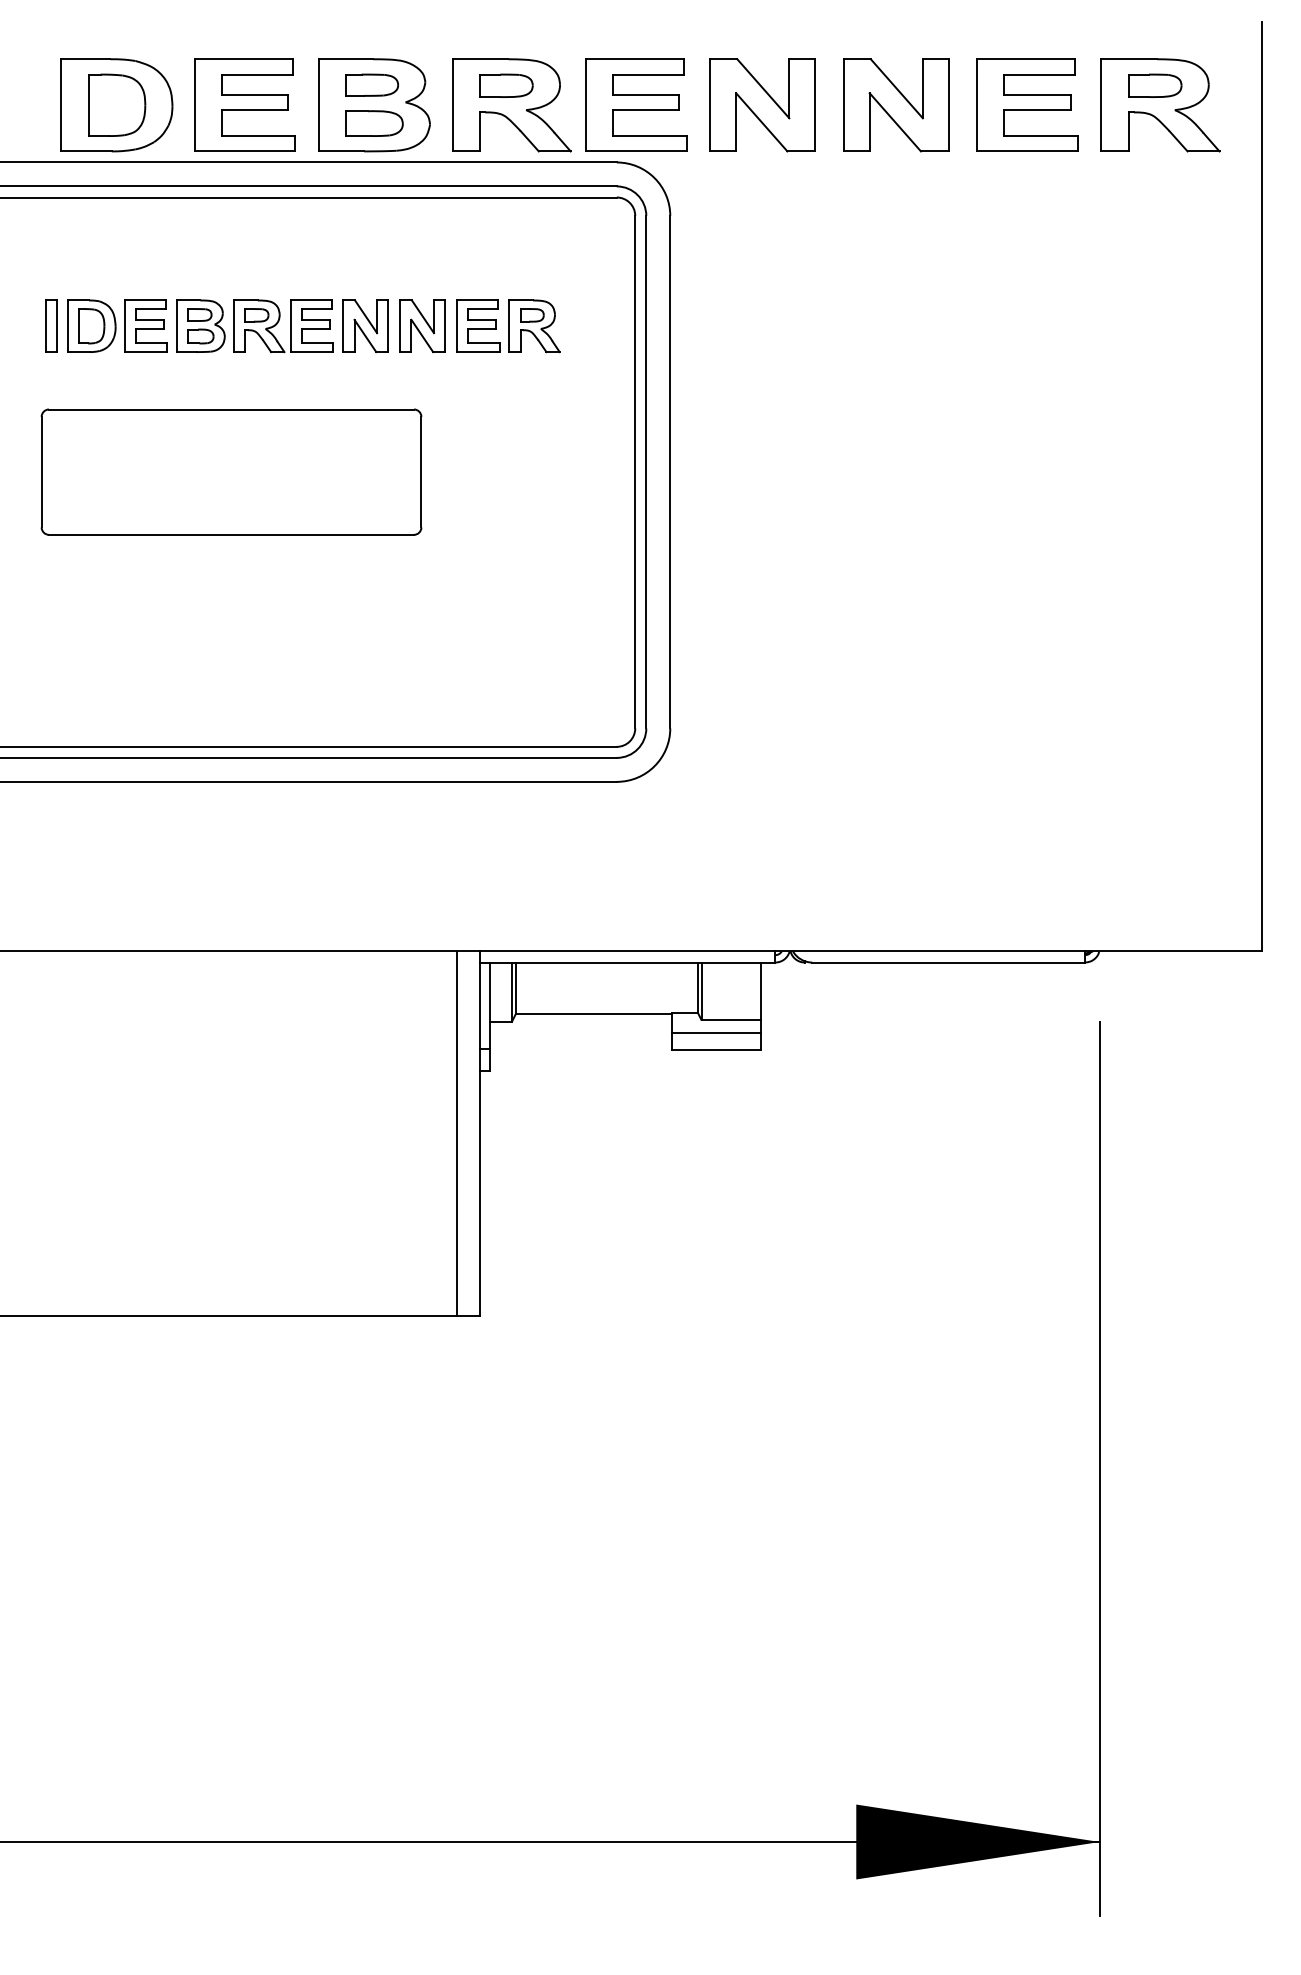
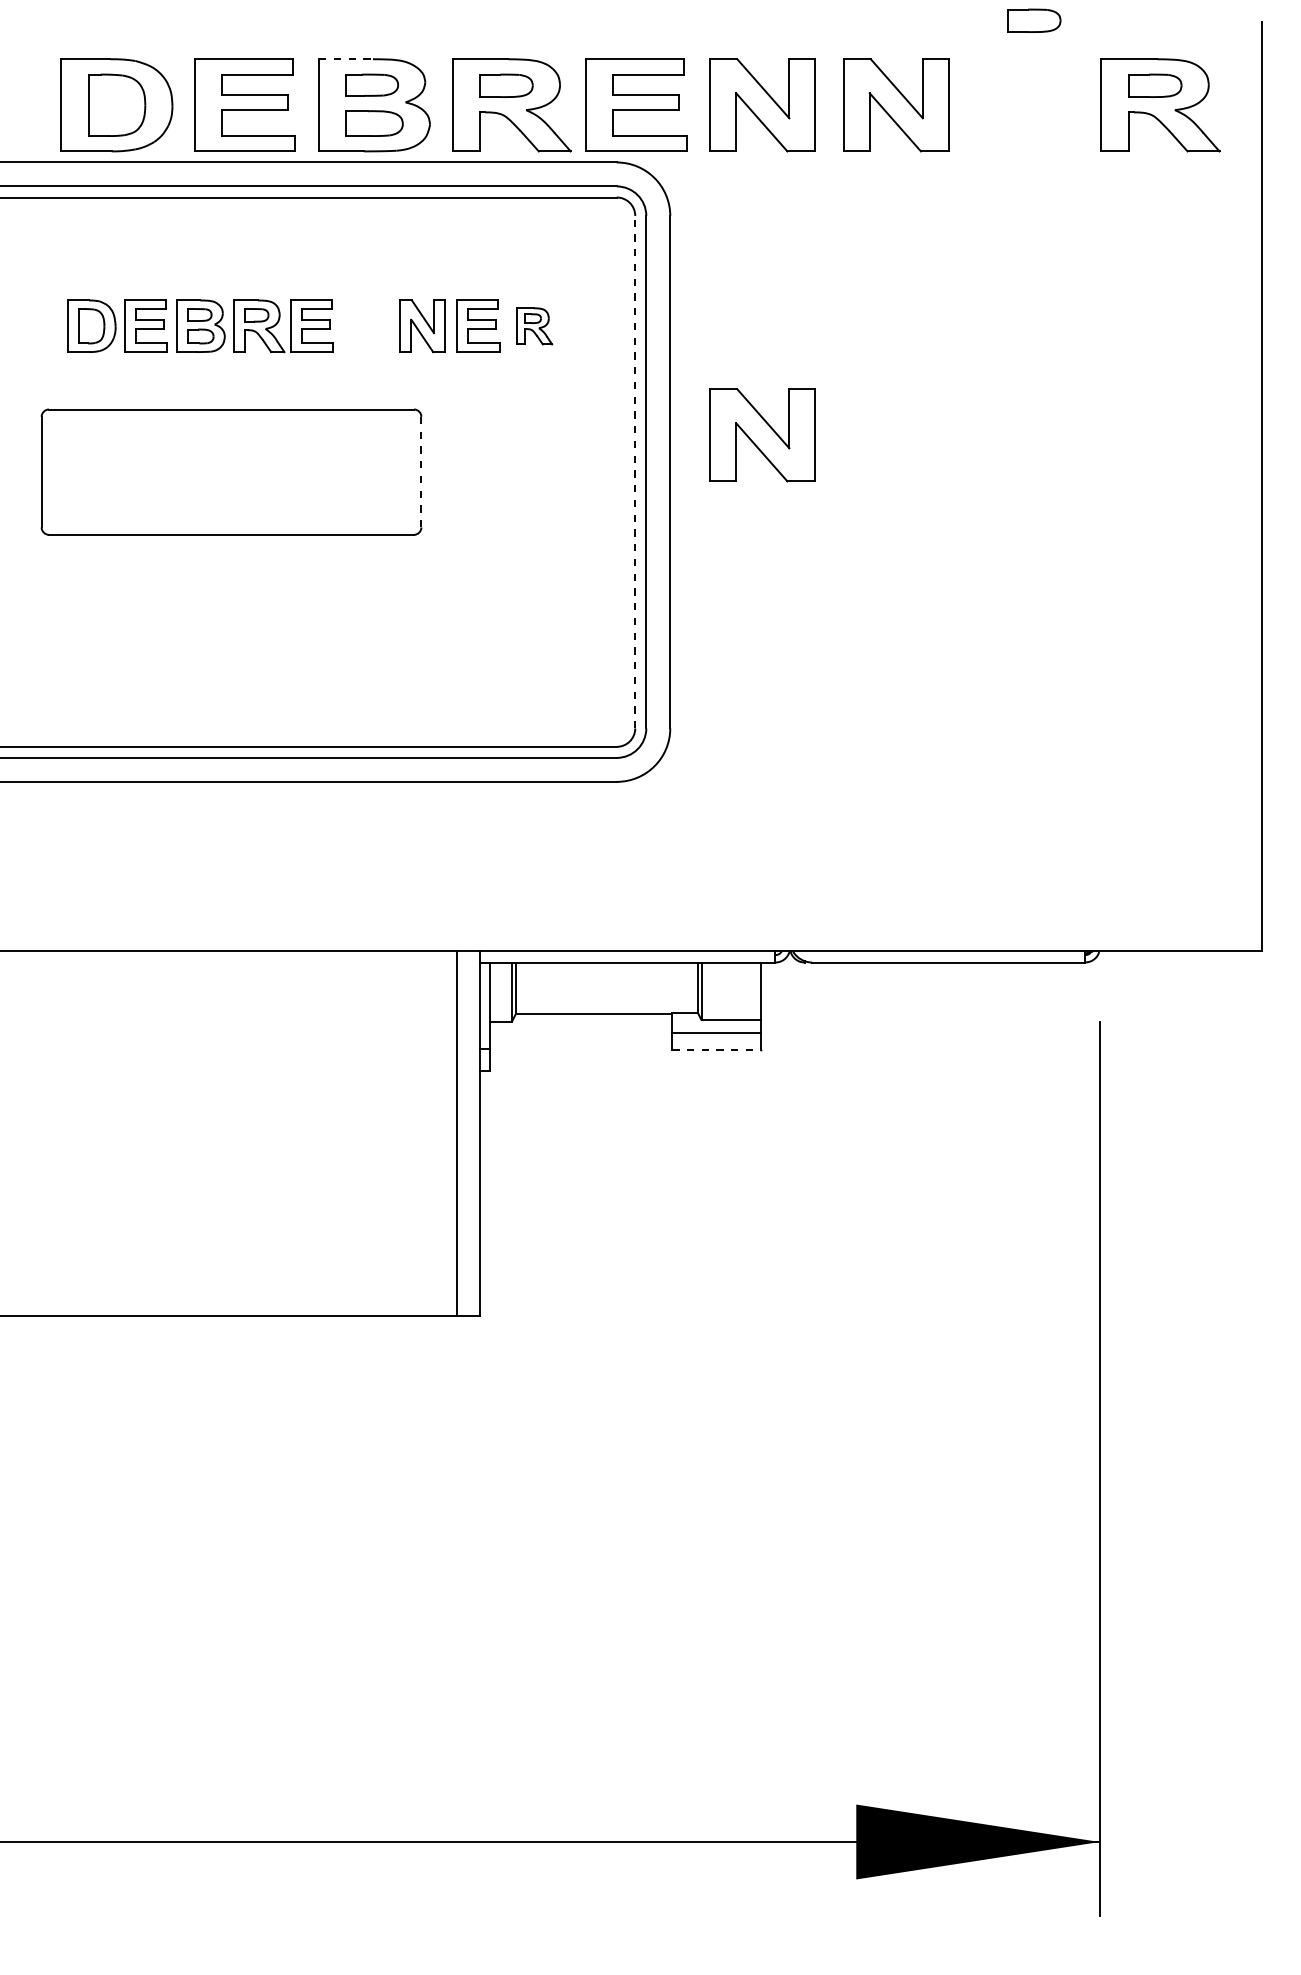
part at (1034, 20): none -> present
line at (345, 59): solid -> dashed
part at (1027, 104): present -> none
part at (51, 325): present -> none
part at (365, 326): present -> none
part at (534, 326) size: 53x55 px -> 38x39 px
part at (762, 435): none -> present
line at (421, 471): solid -> dashed
line at (635, 471): solid -> dashed
line at (716, 1049): solid -> dashed
